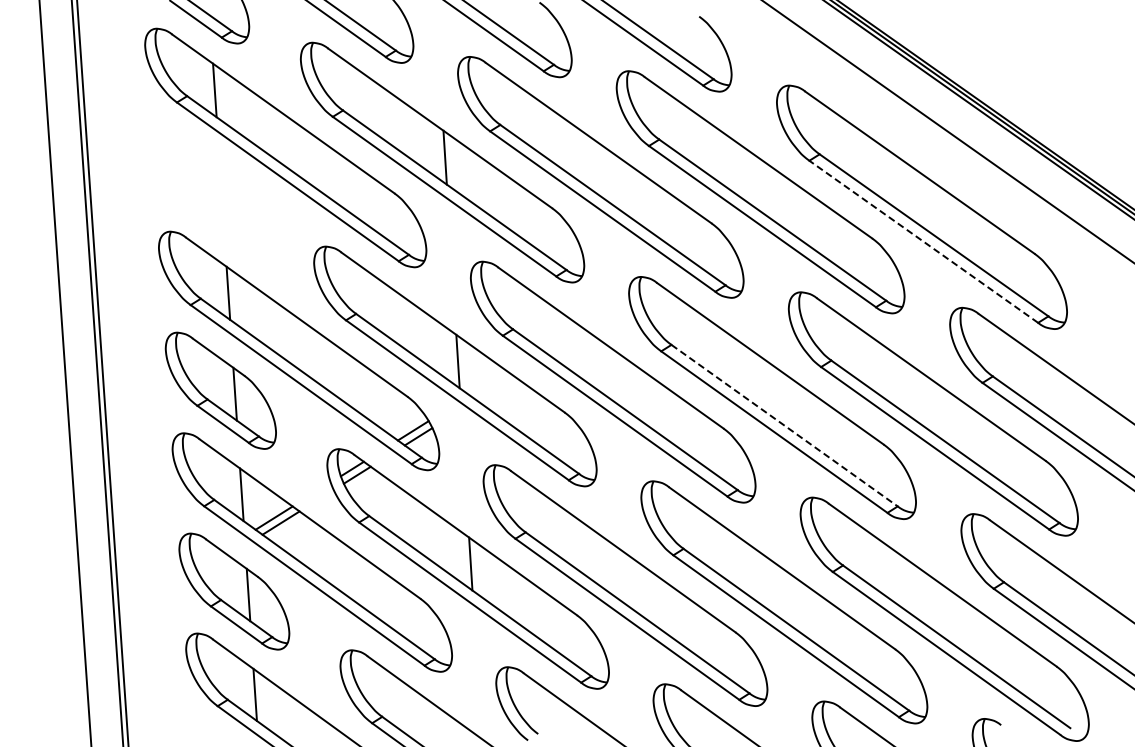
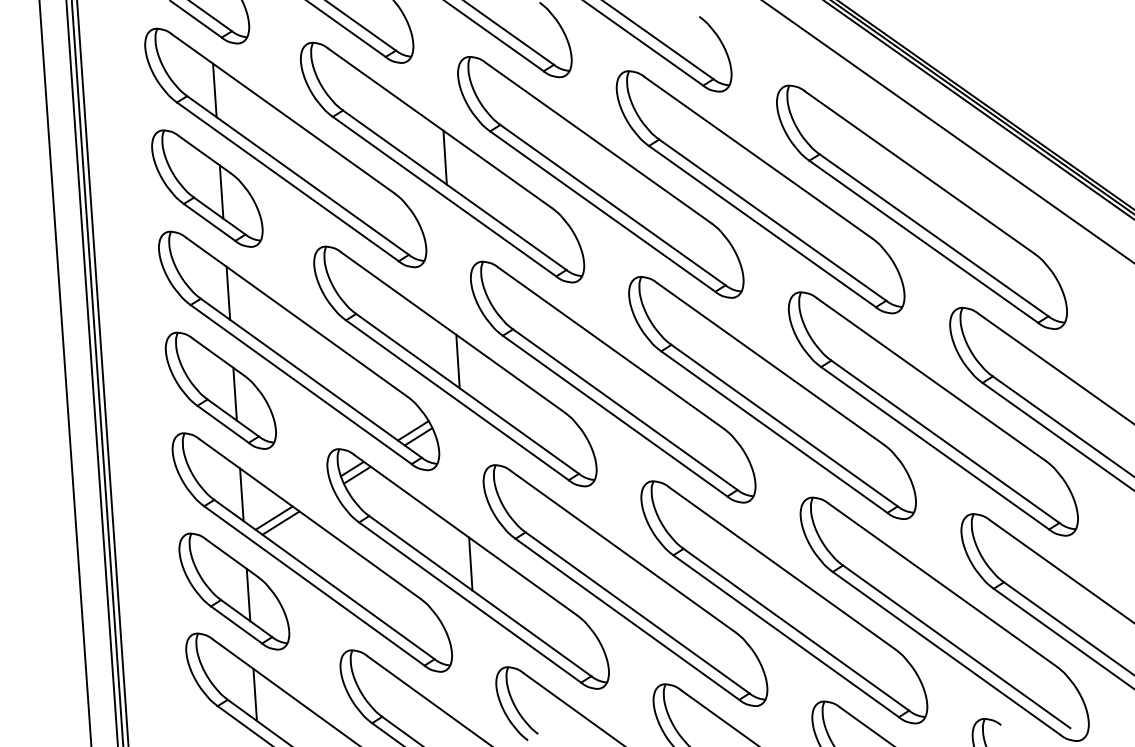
part at (207, 188): none -> present
line at (923, 241): dashed -> solid
line at (91, 372): none -> present
line at (785, 425): dashed -> solid
